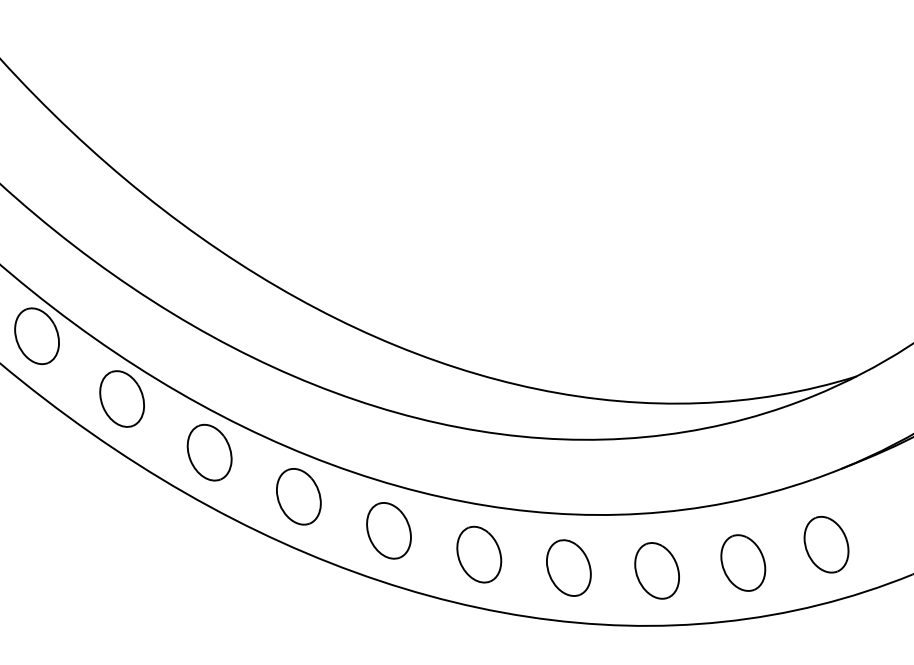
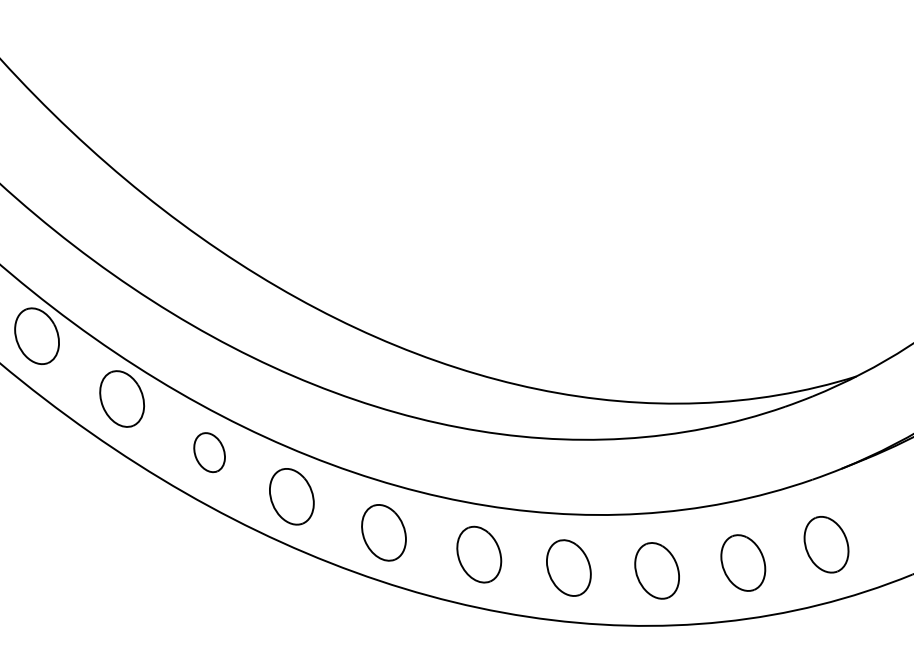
part at (209, 452) size: 47x59 px -> 33x42 px
part at (298, 496) position: (298, 496) -> (291, 496)
part at (388, 530) position: (388, 530) -> (383, 532)
